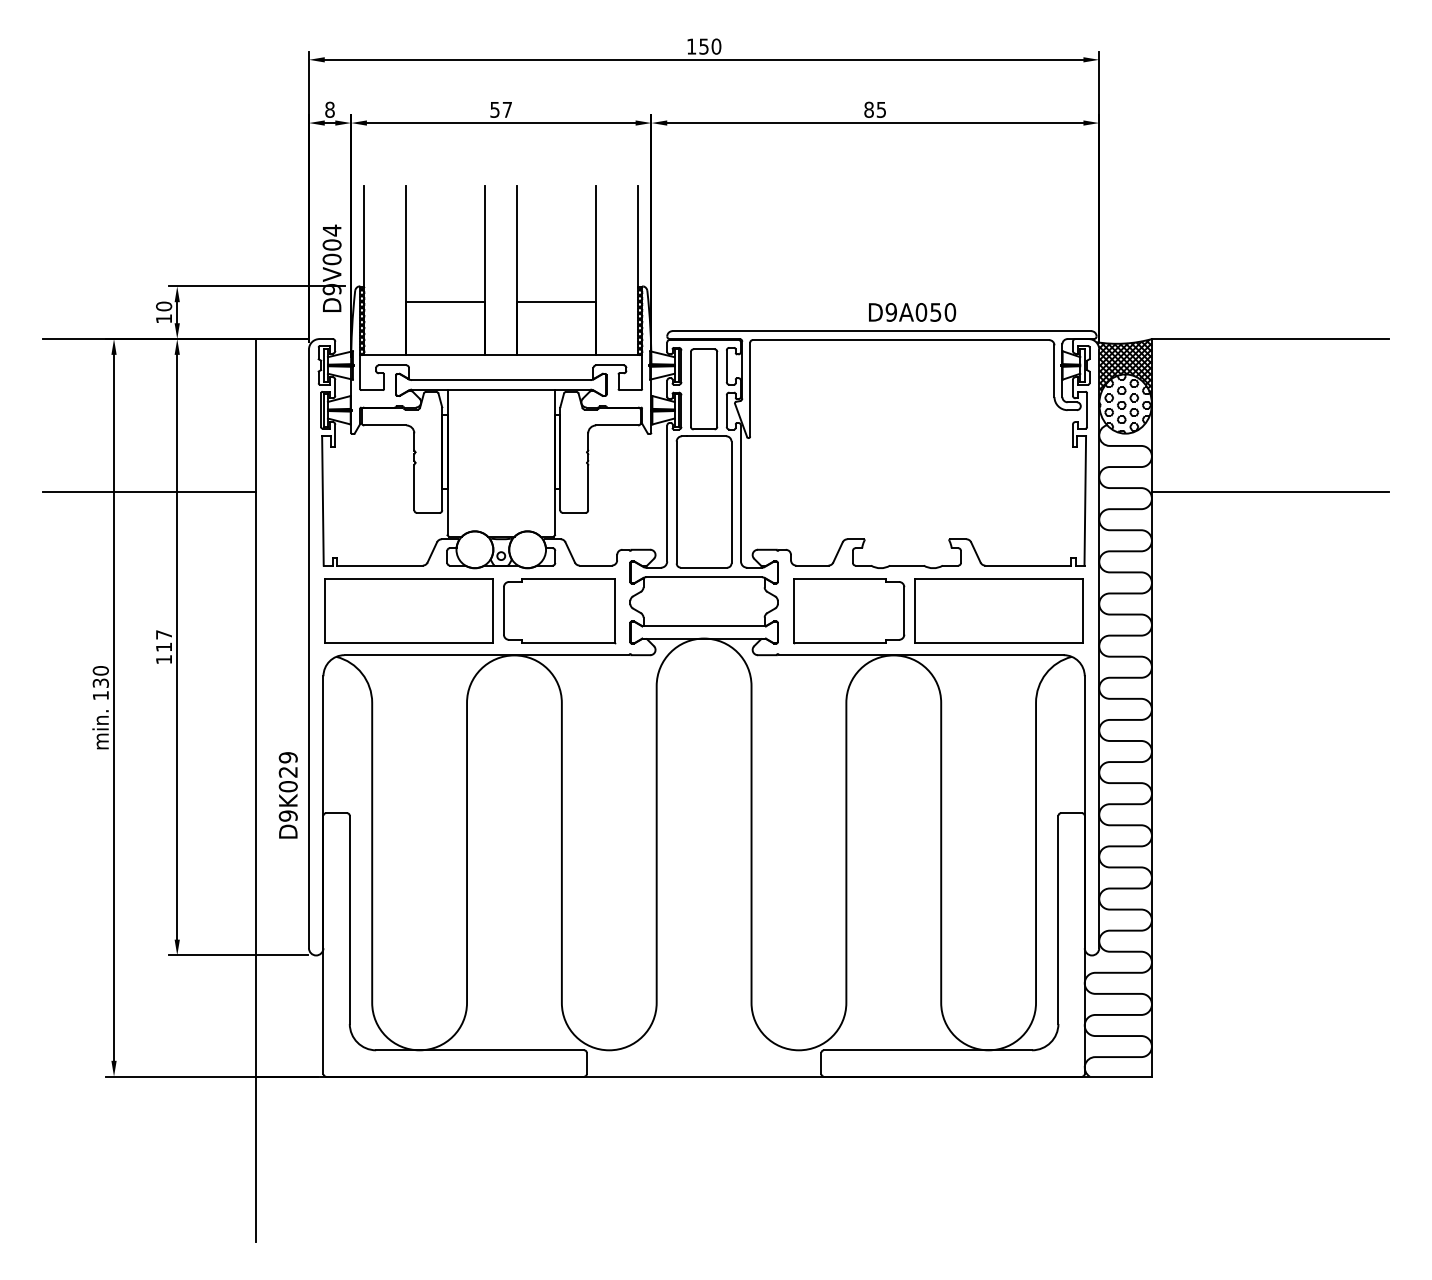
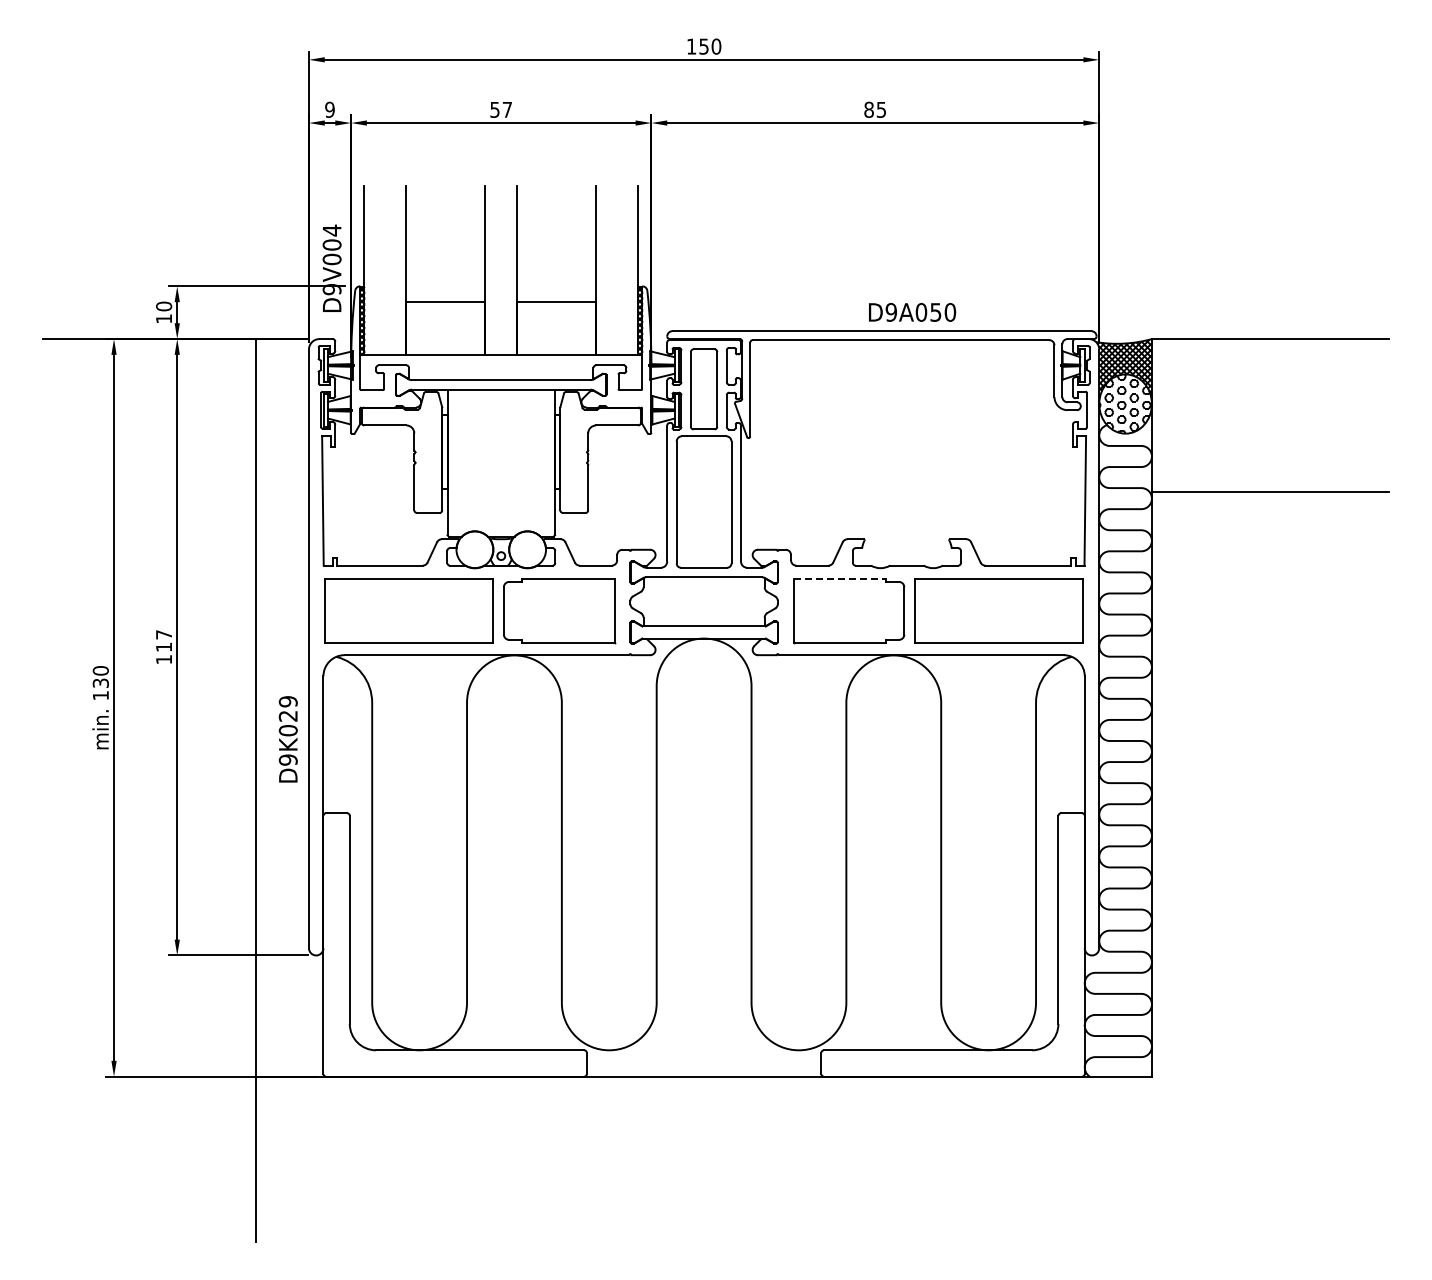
text at (329, 109): 8 -> 9
line at (149, 491): present -> none
line at (840, 578): solid -> dashed
text at (287, 795) position: (287, 795) -> (287, 739)
